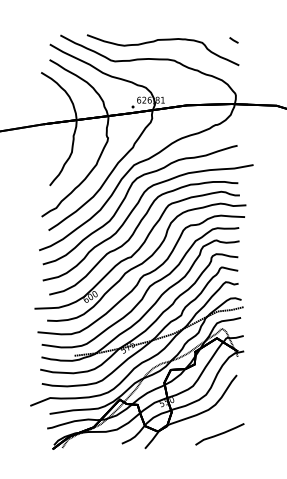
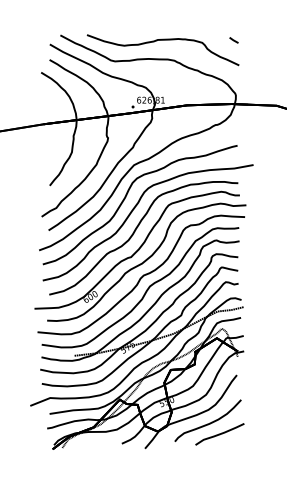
curve at (209, 422): none -> present
